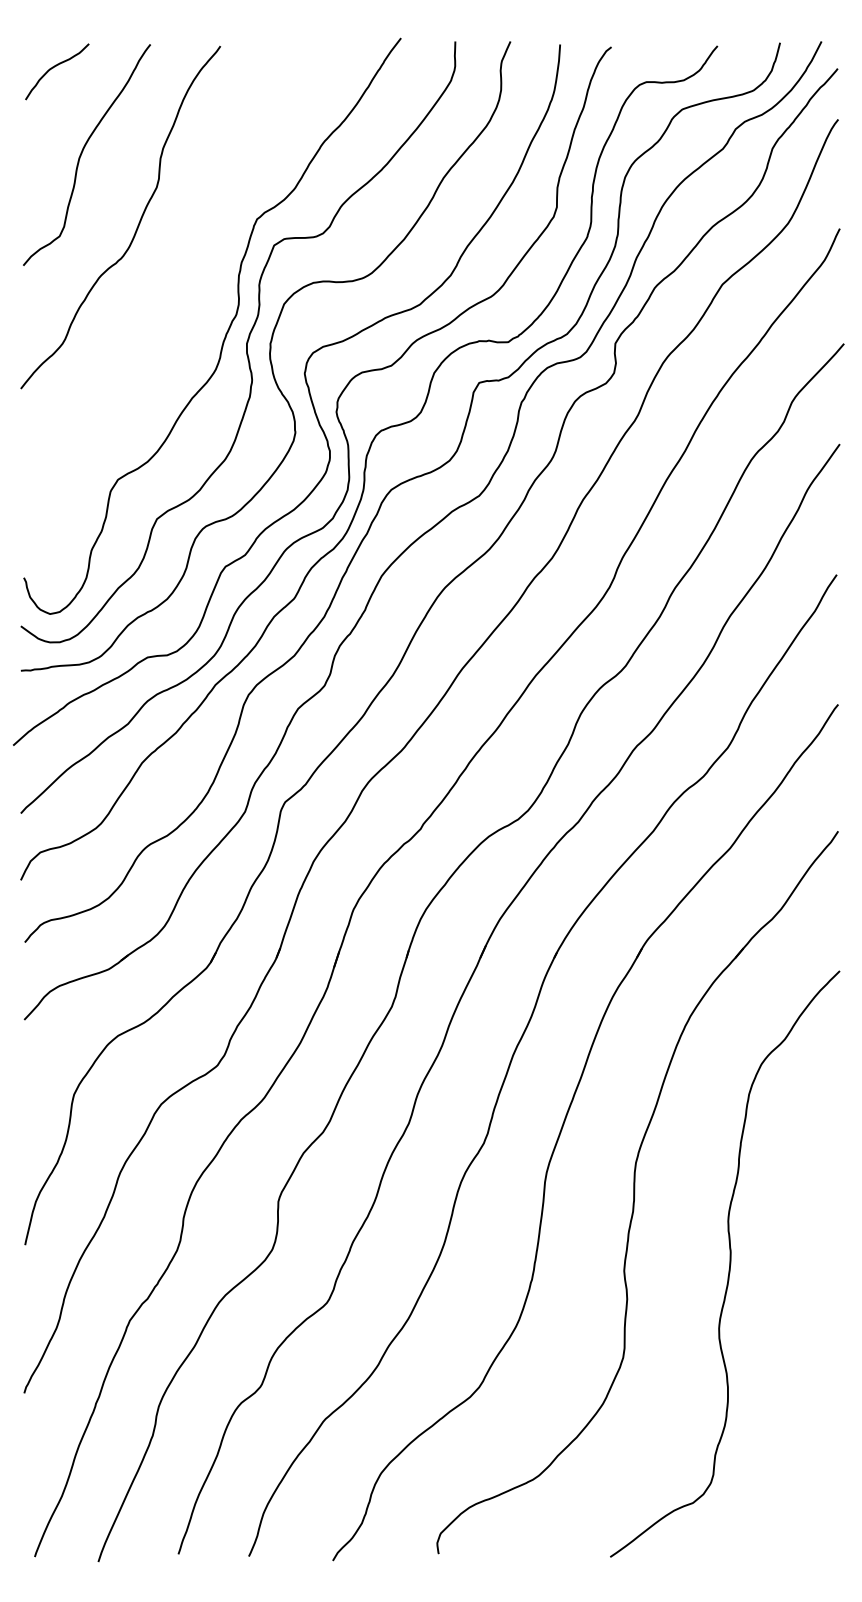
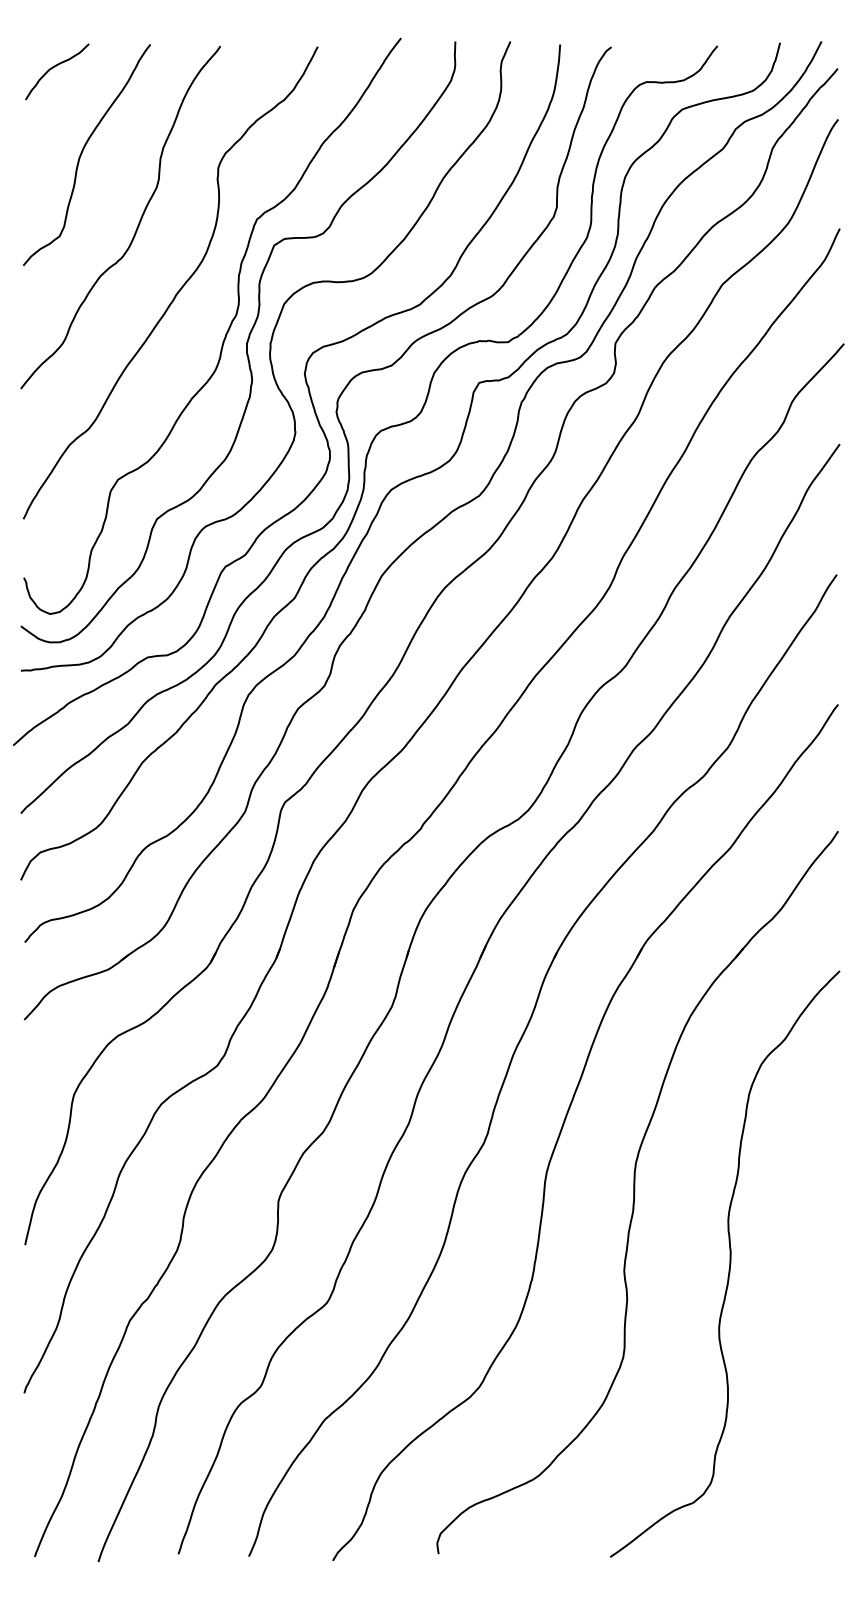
curve at (180, 287): none -> present
